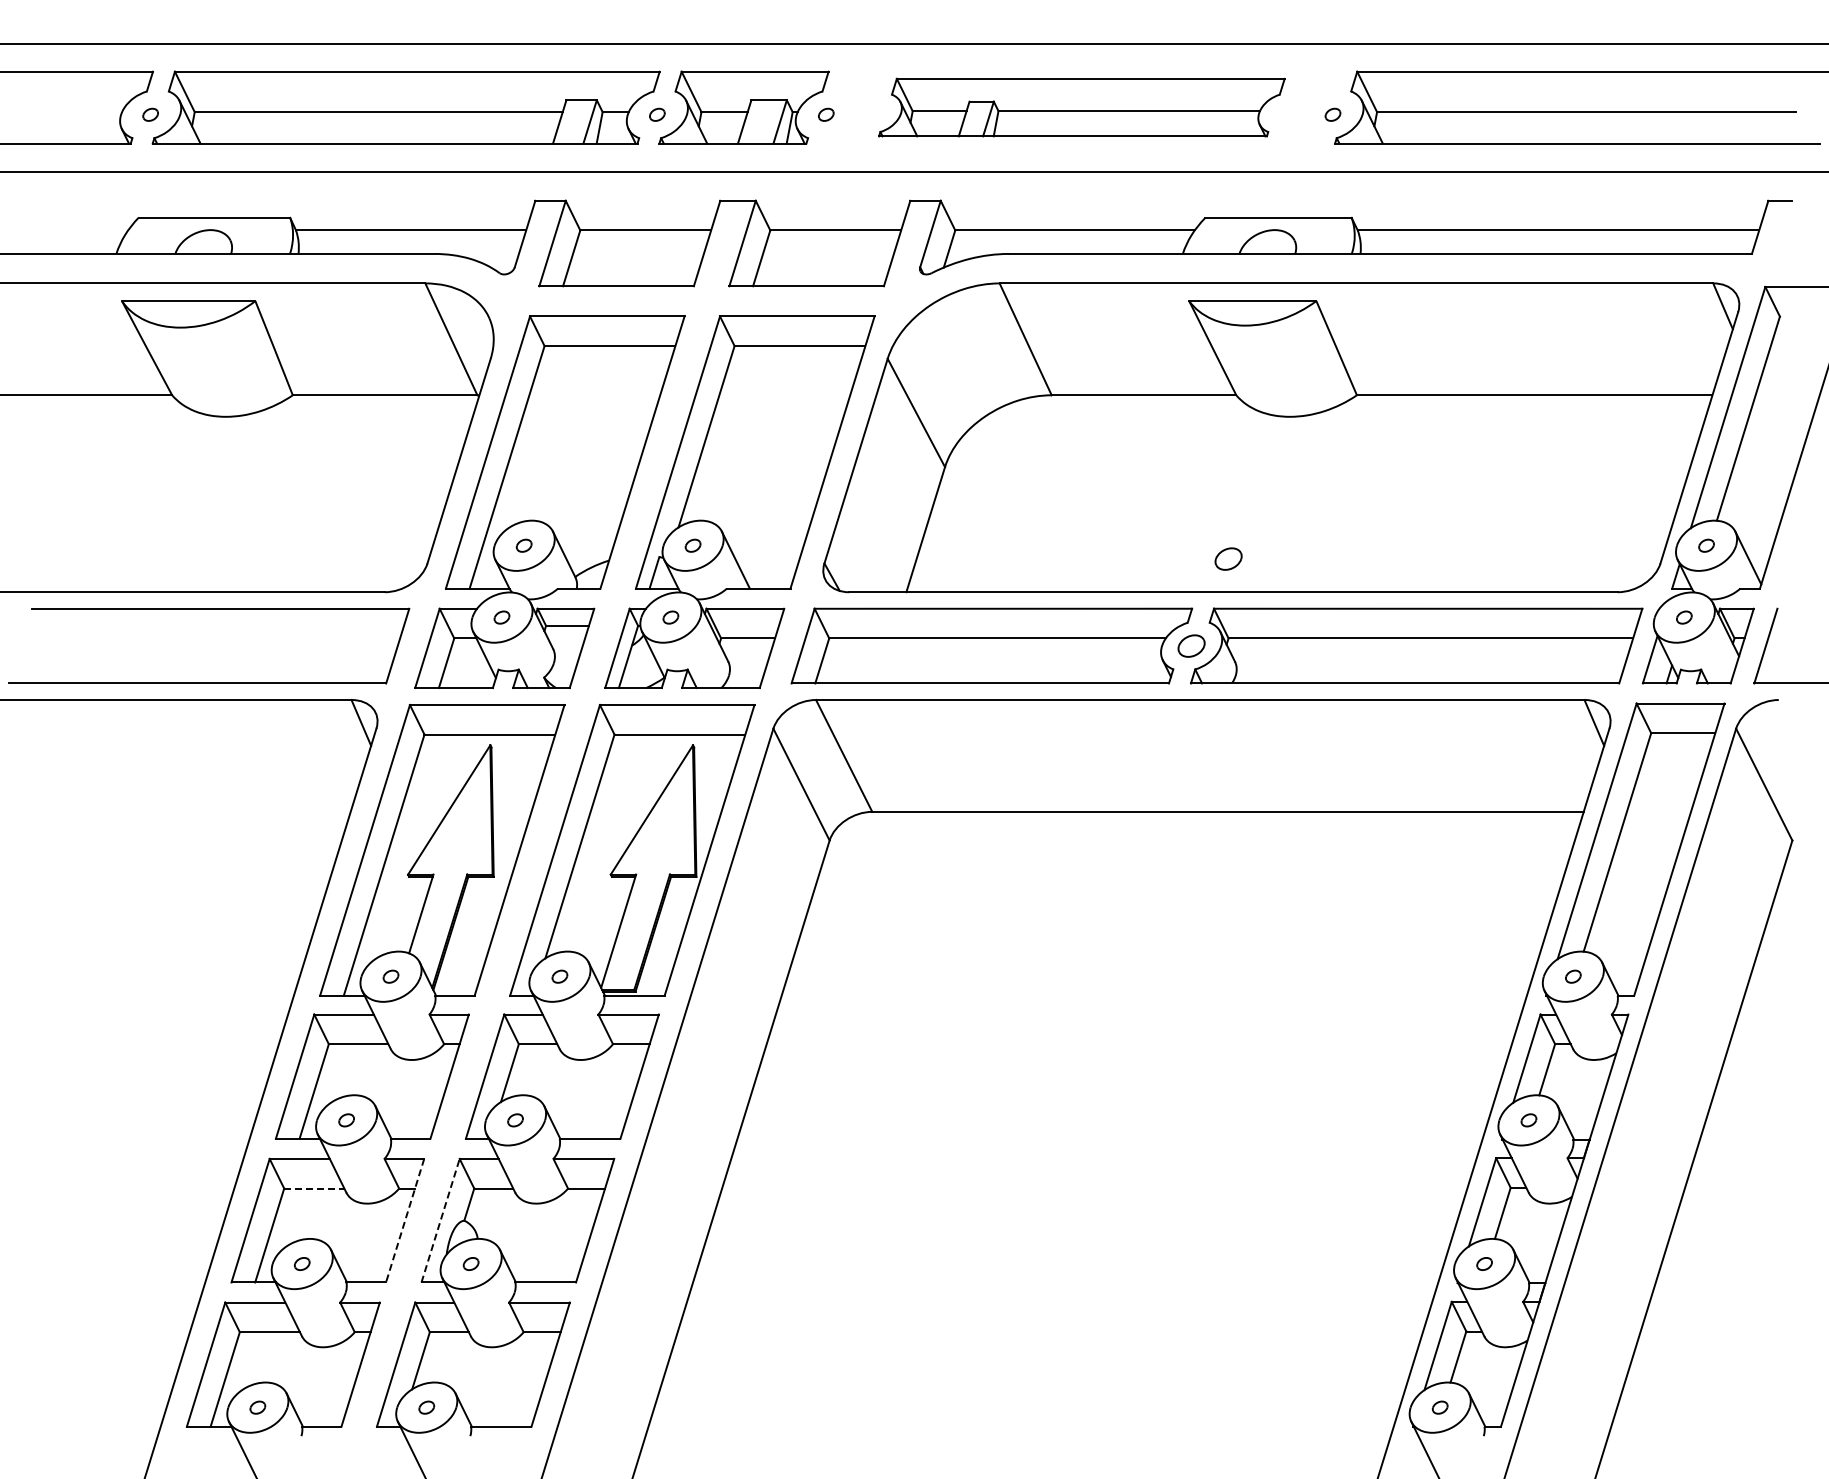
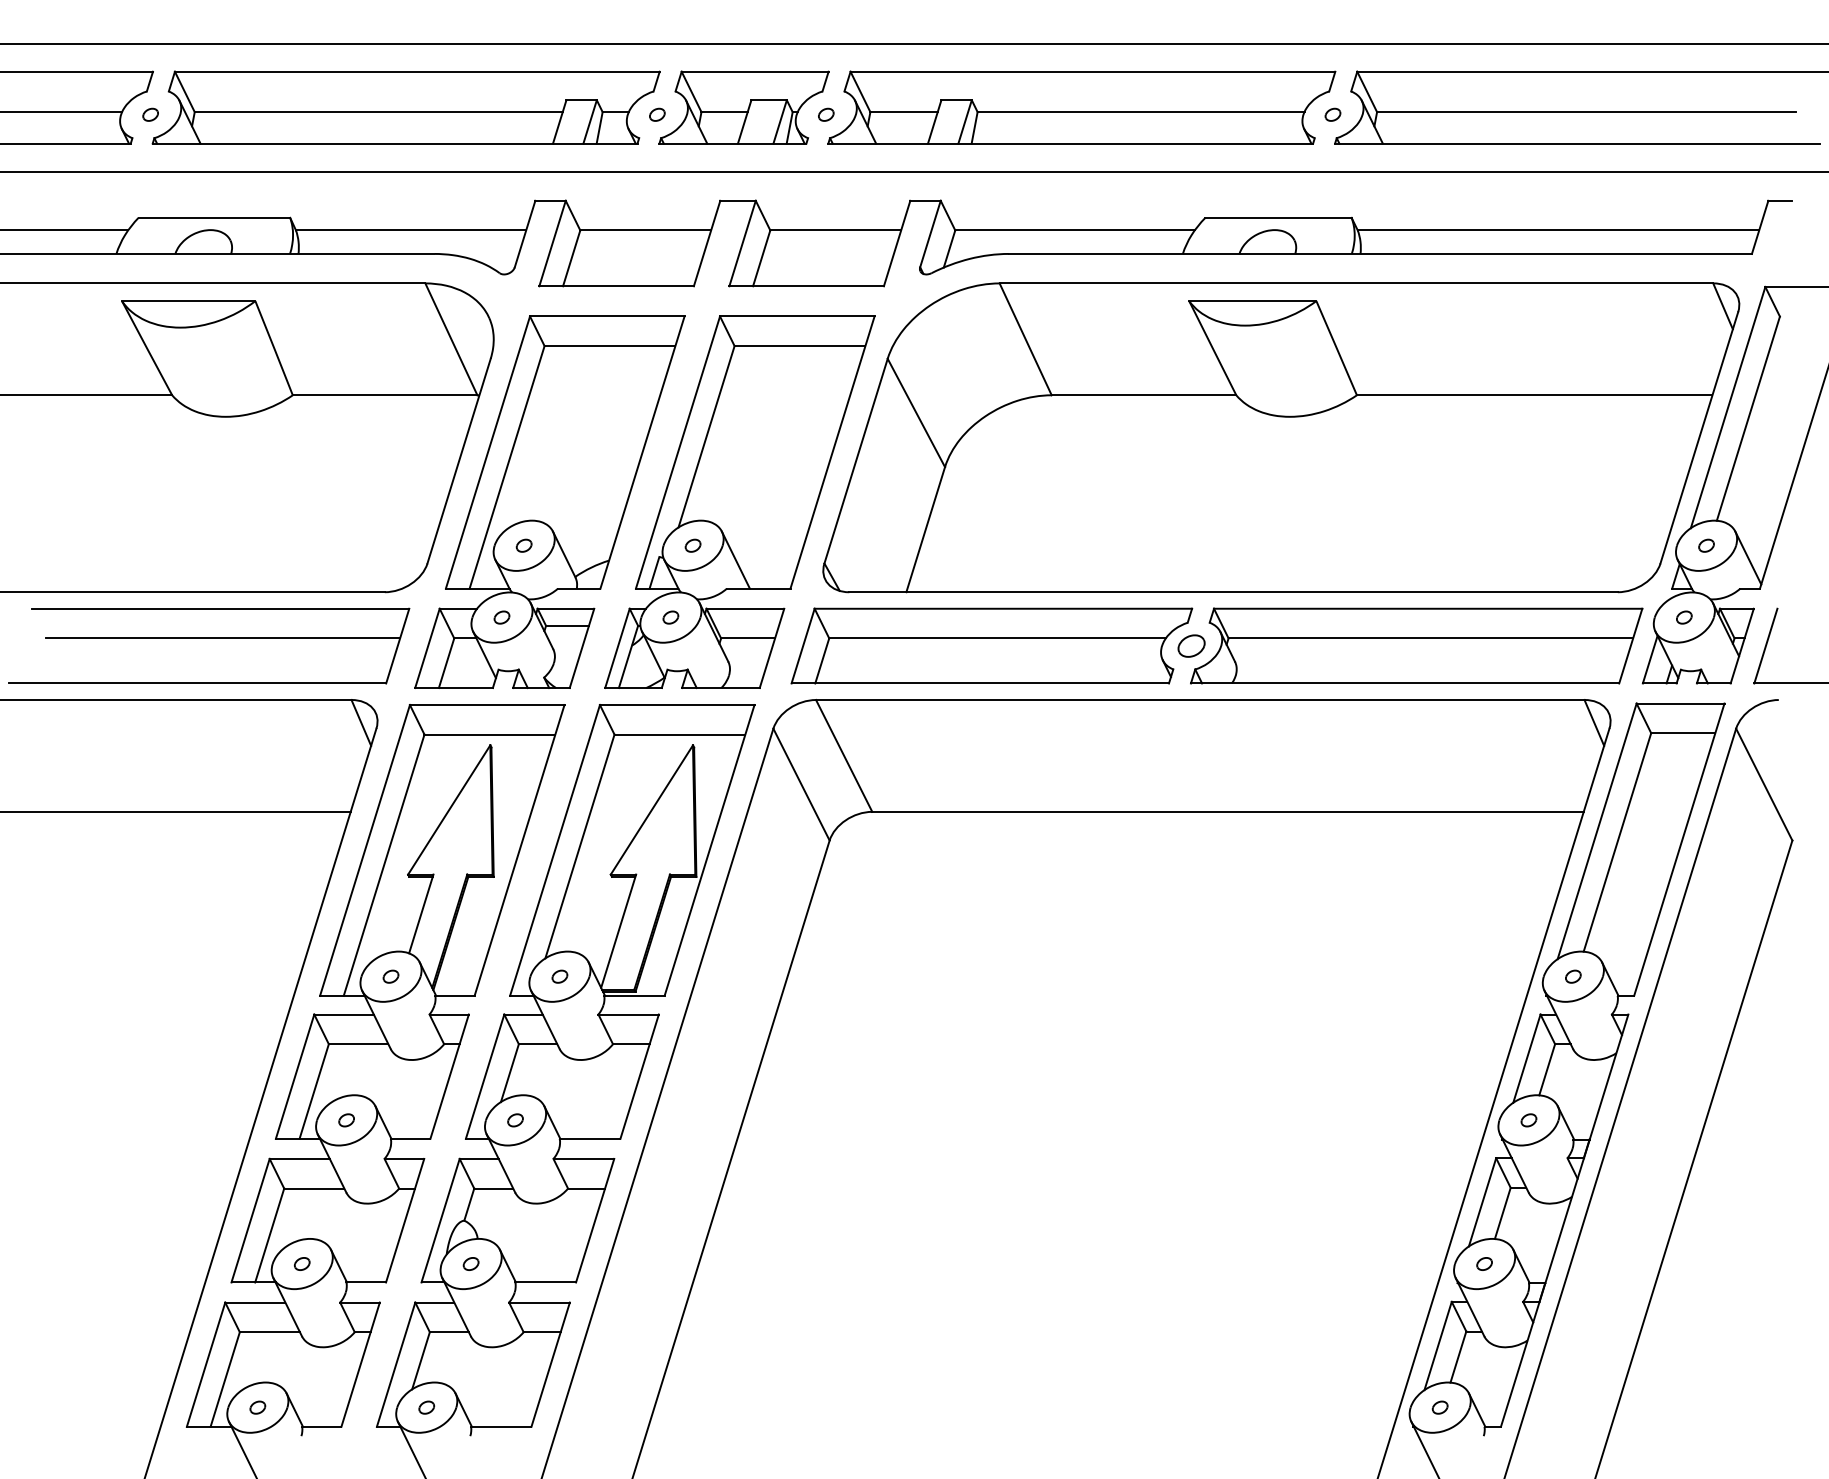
part at (1081, 107) size: 408x61 px -> 510x75 px
line at (62, 112): none -> present
line at (65, 230): none -> present
part at (1228, 558): present -> none
line at (223, 638): none -> present
line at (176, 811): none -> present
line at (314, 1188): dashed -> solid
line at (405, 1220): dashed -> solid
line at (440, 1220): dashed -> solid
